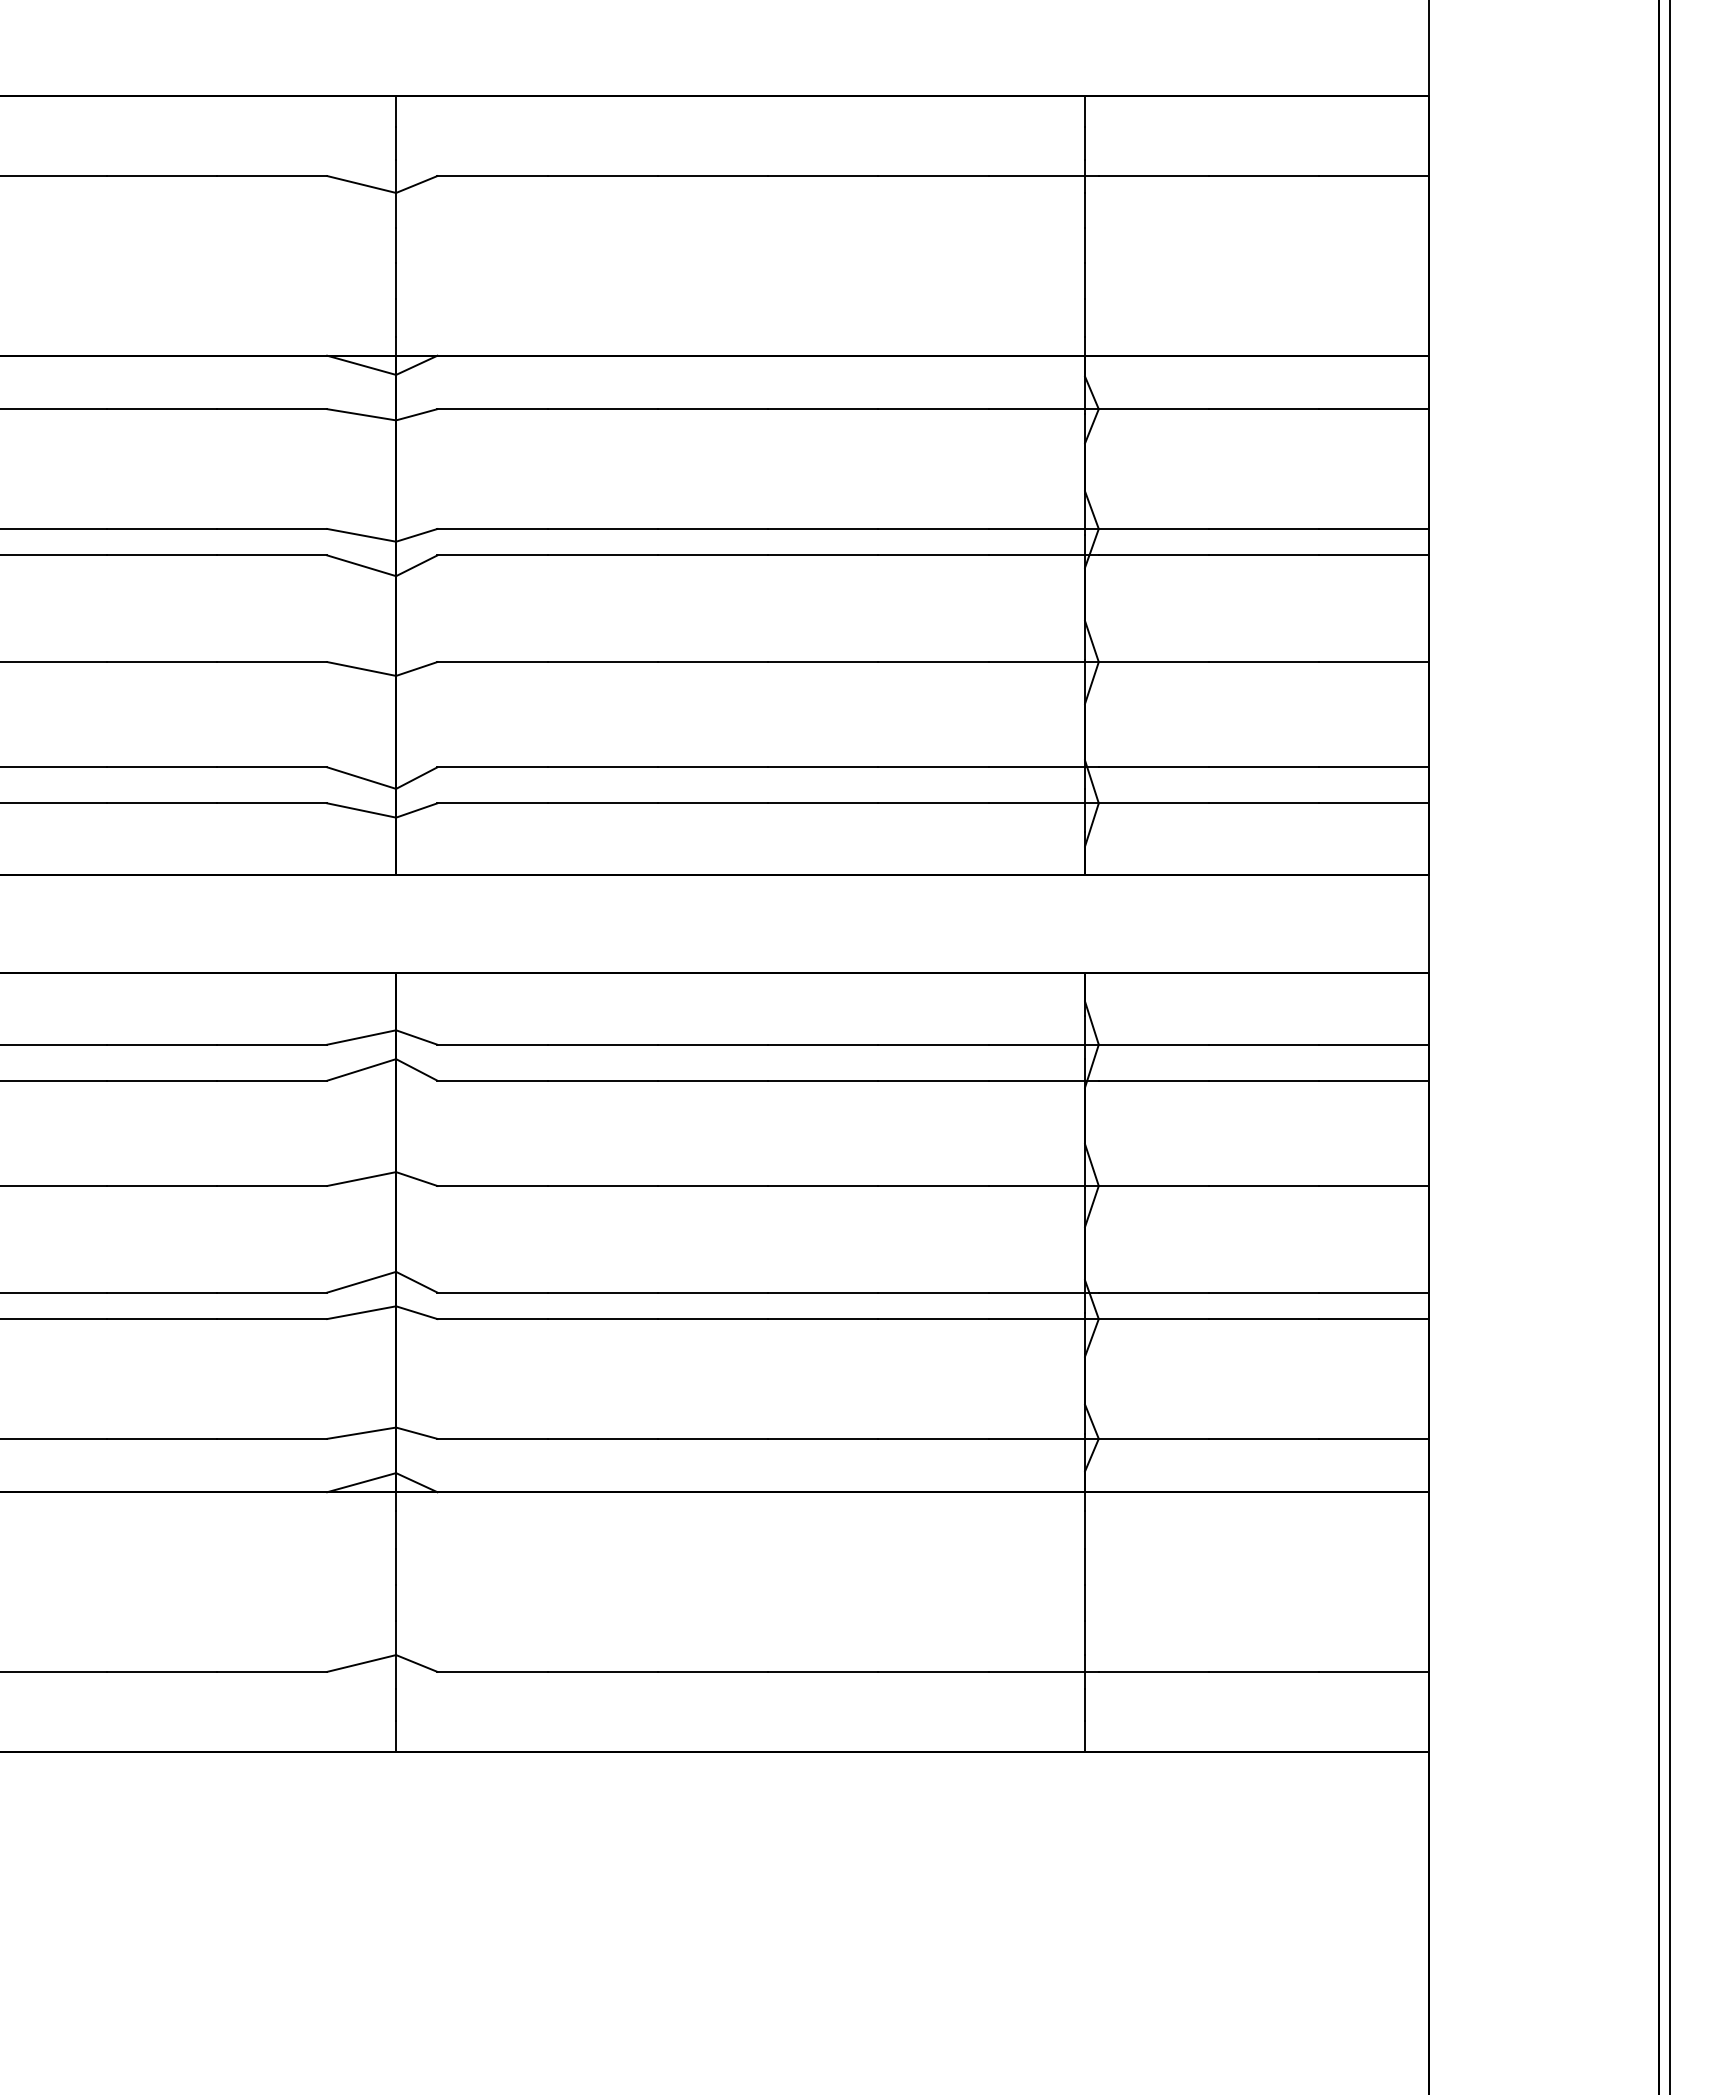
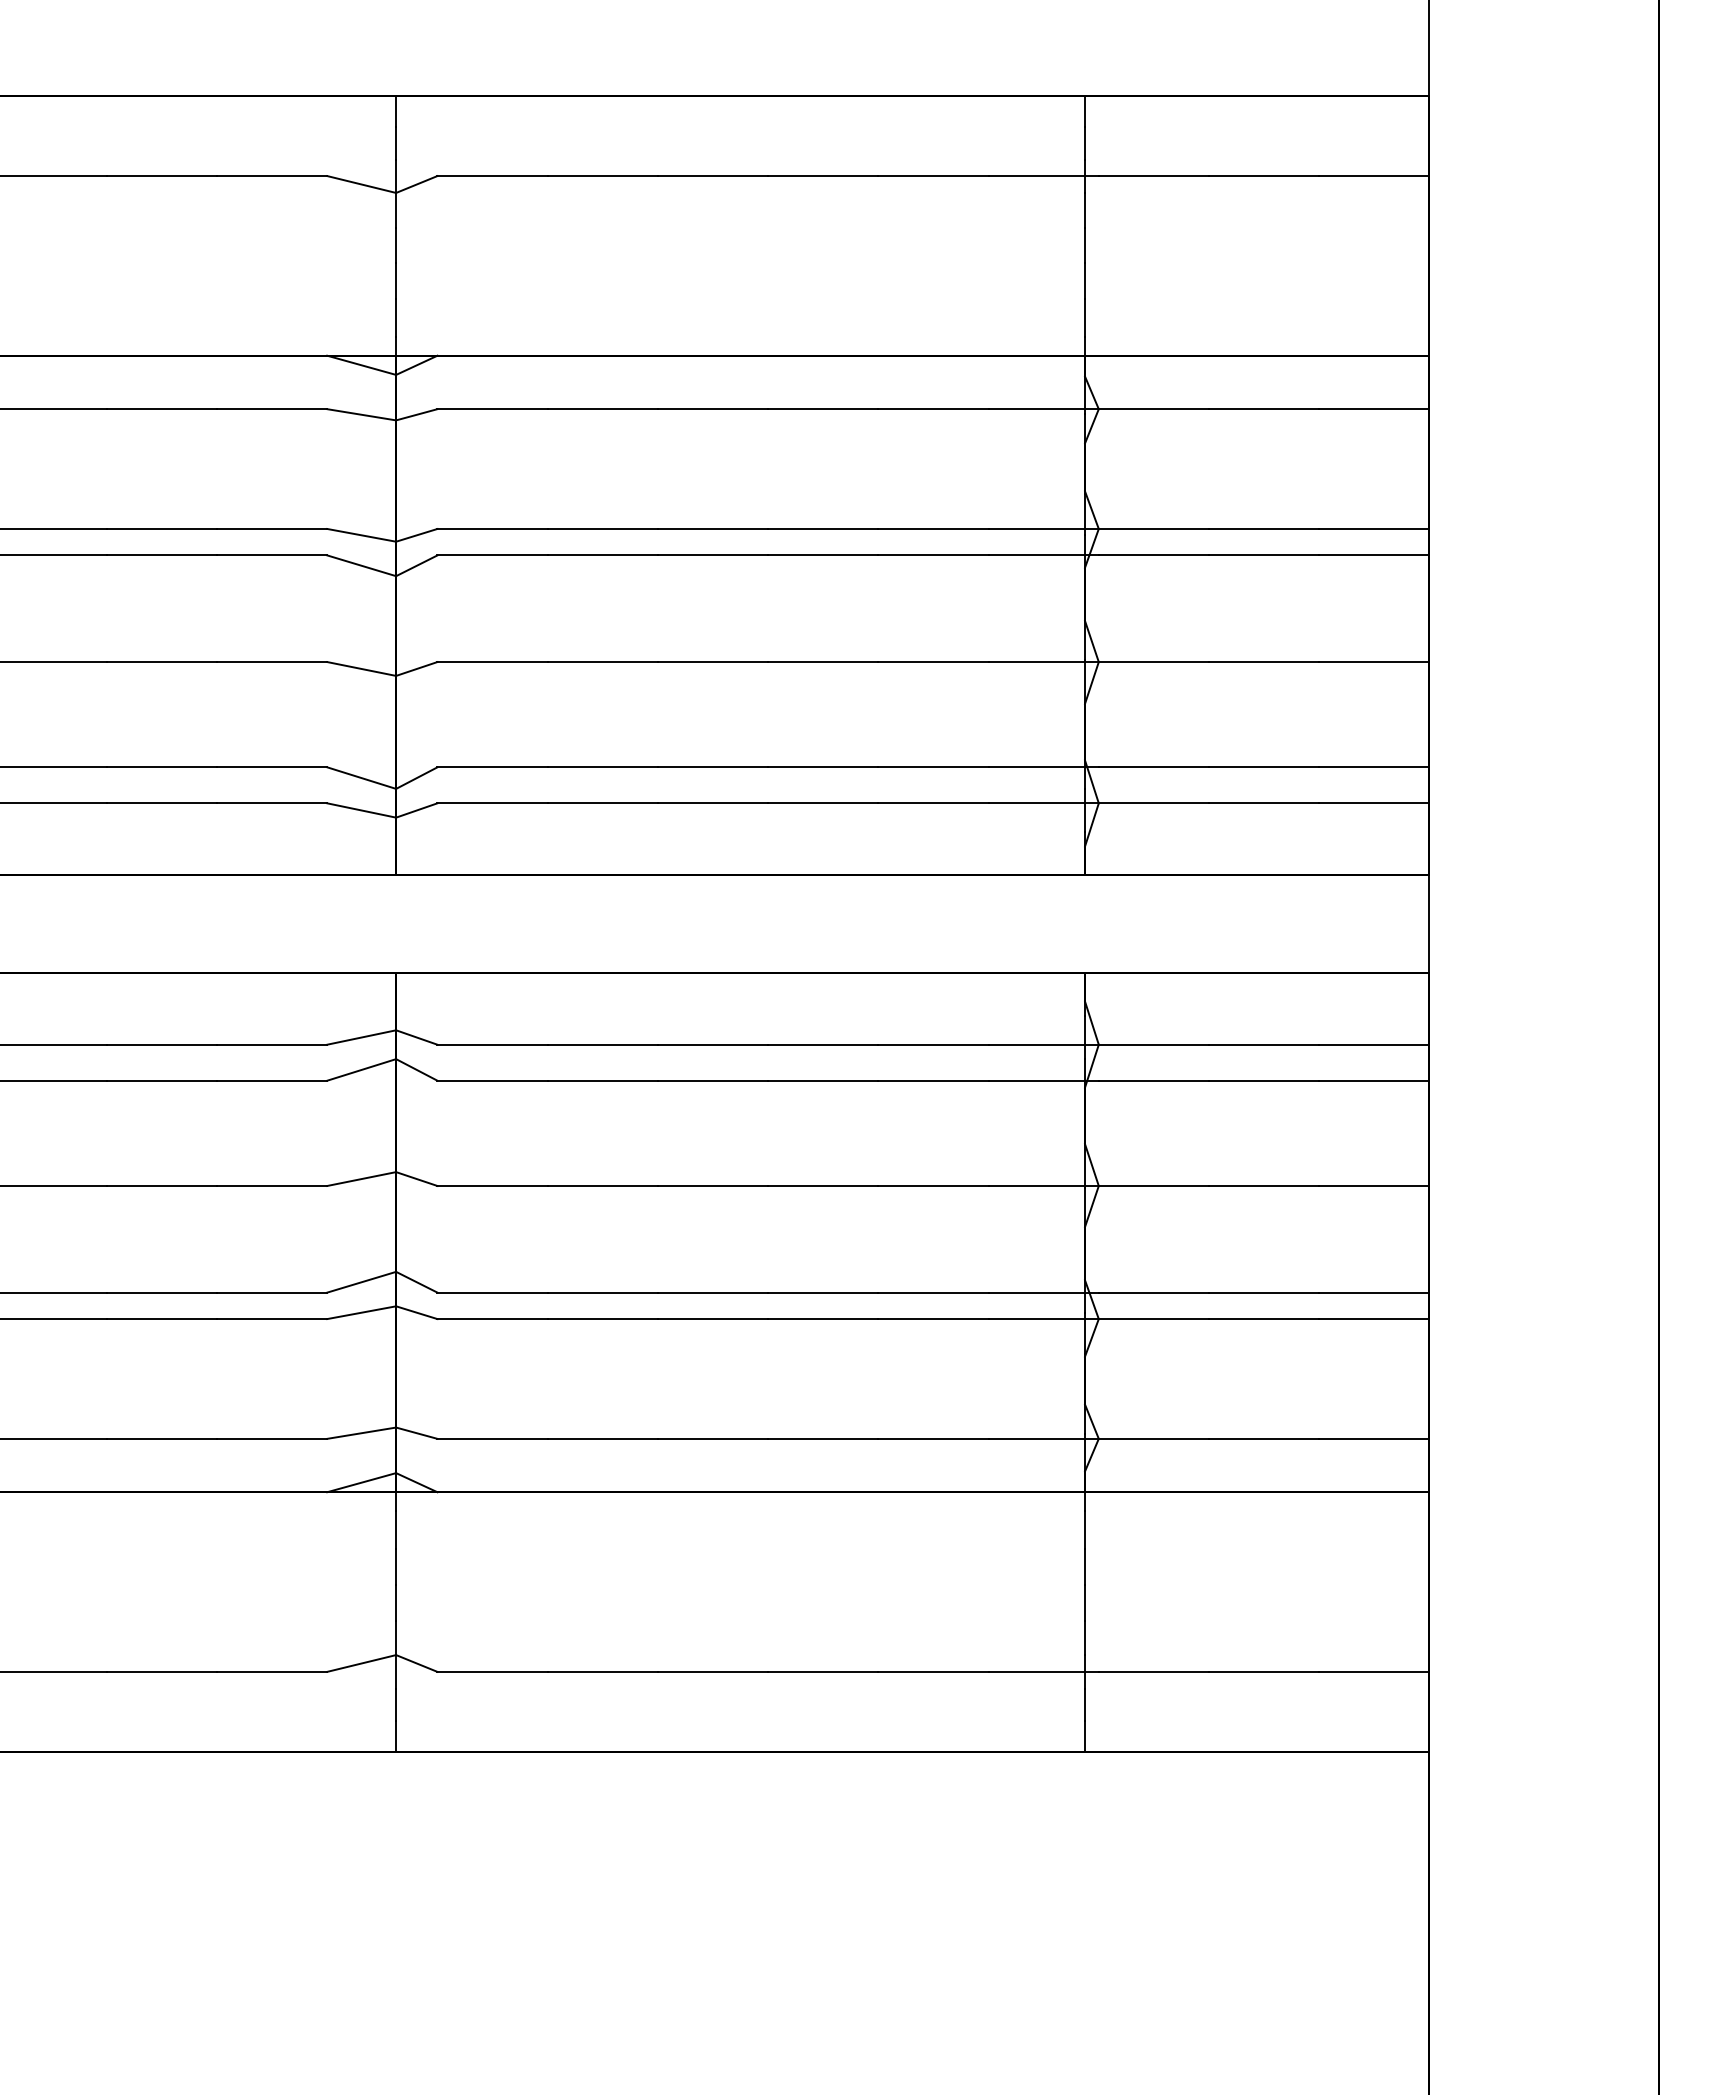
line at (1670, 1046): present -> none
